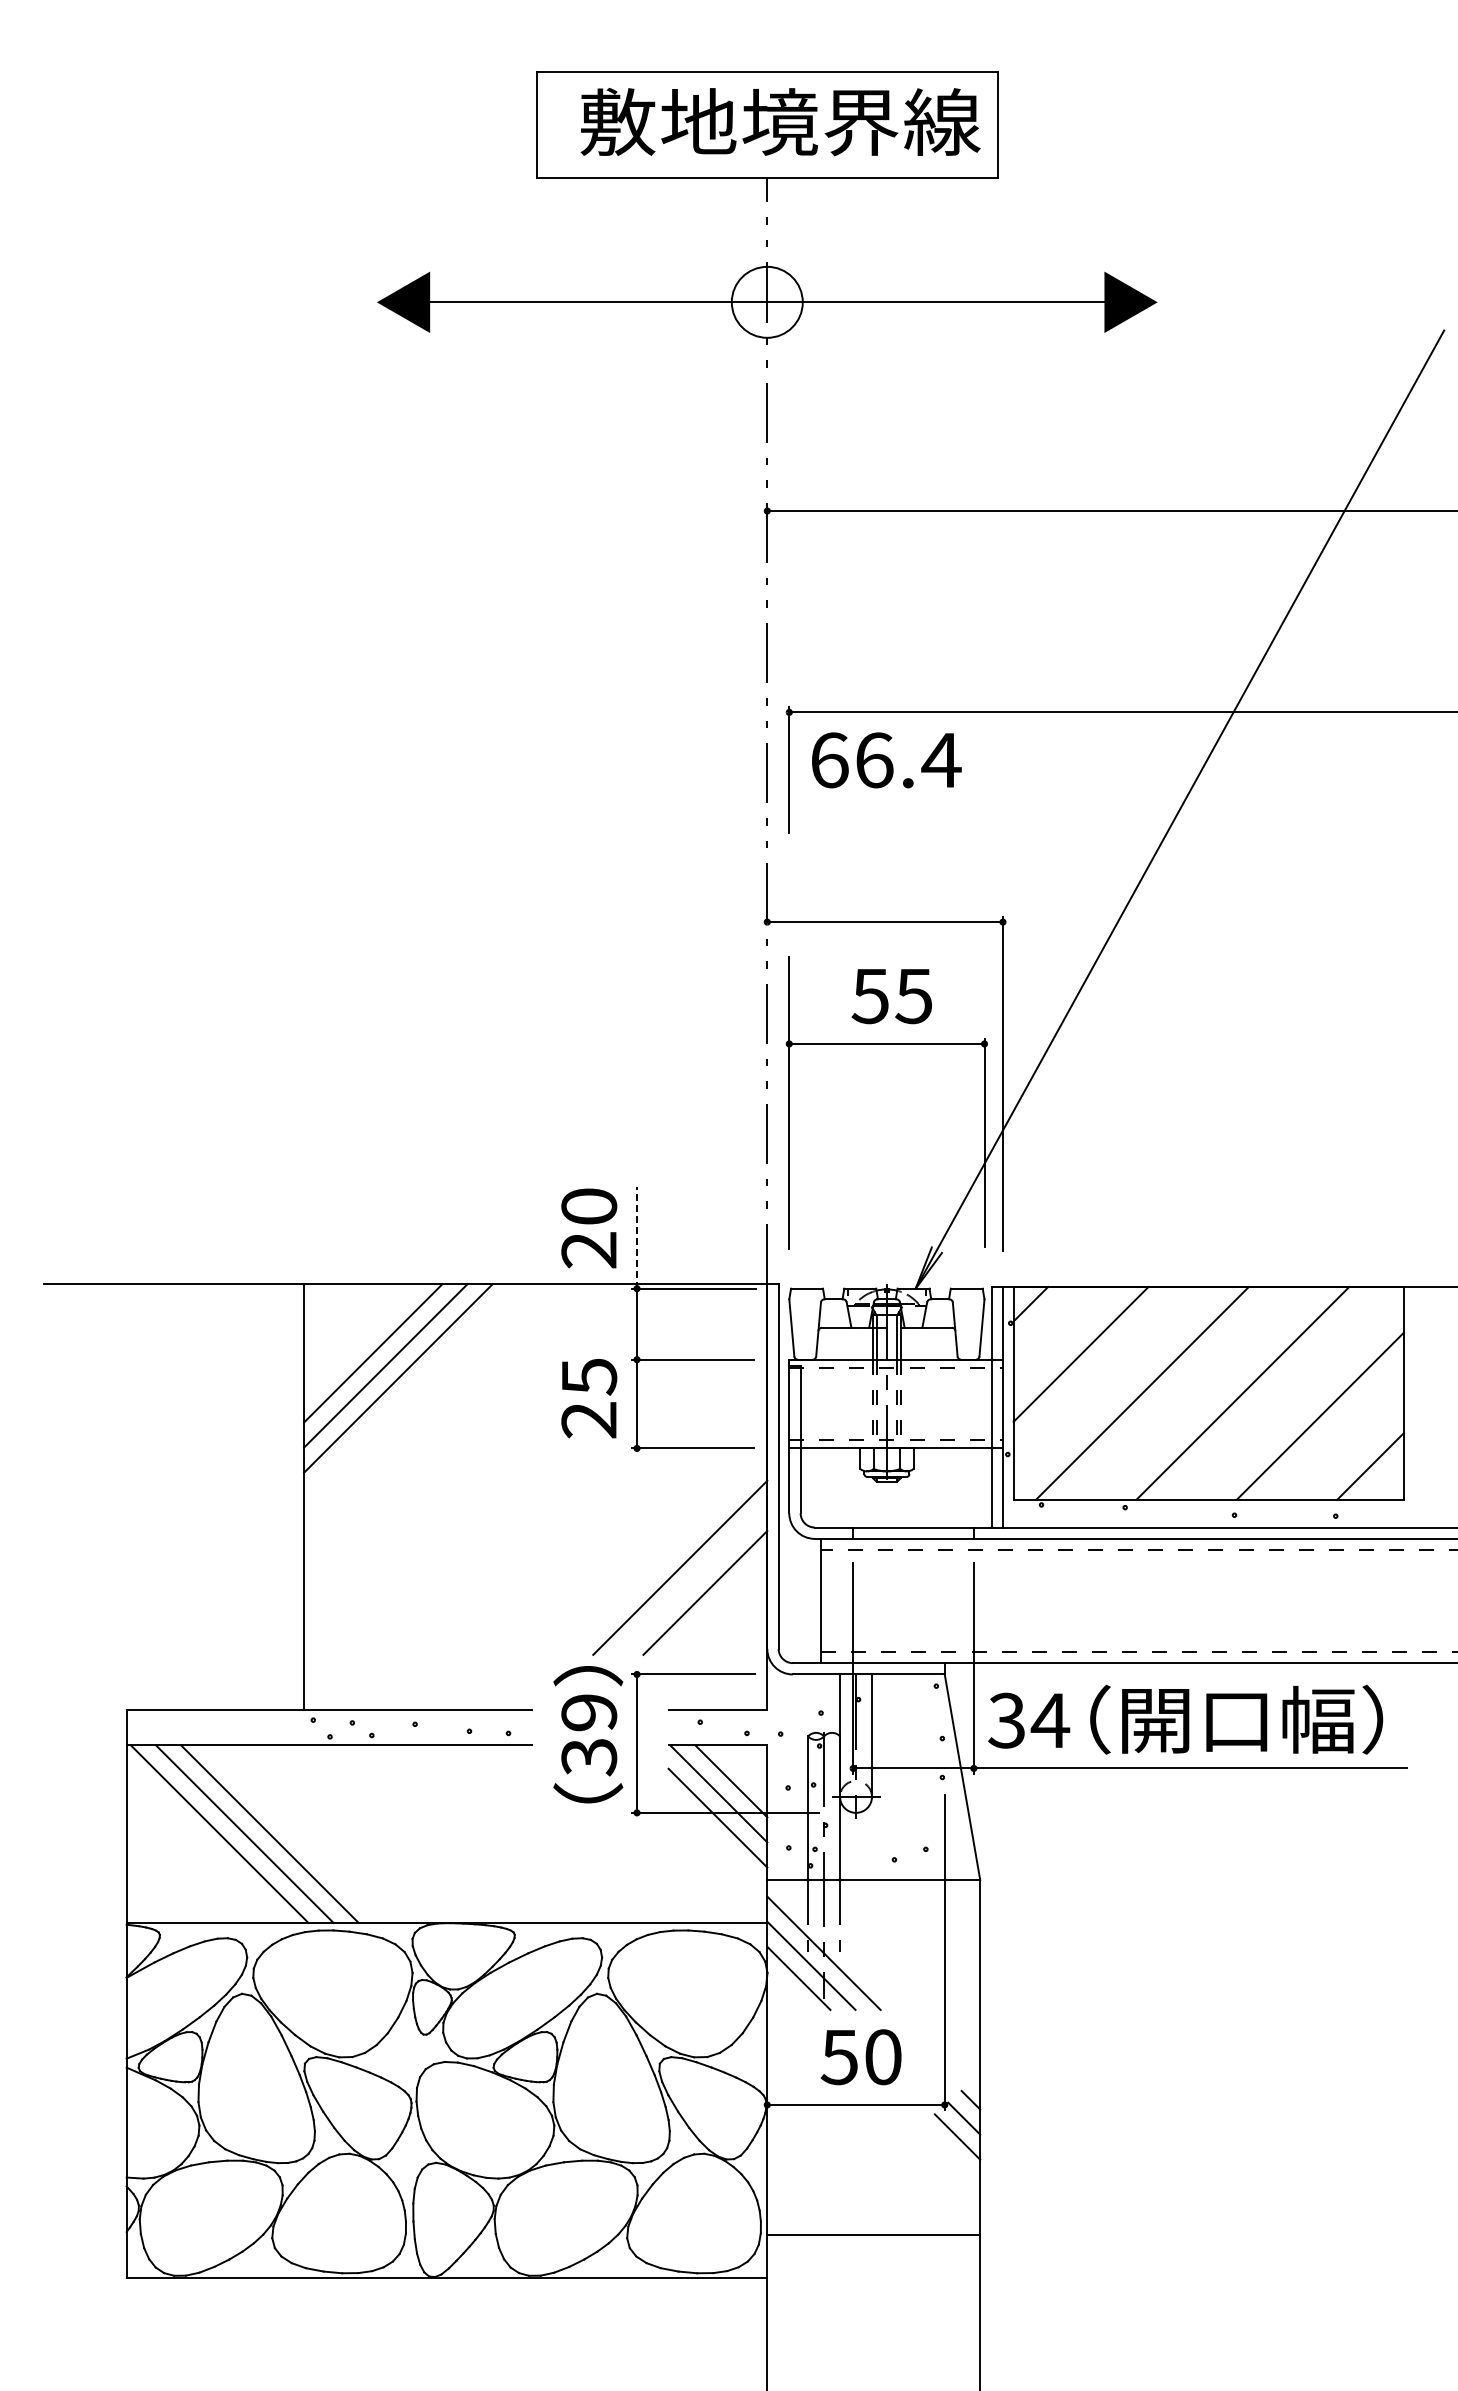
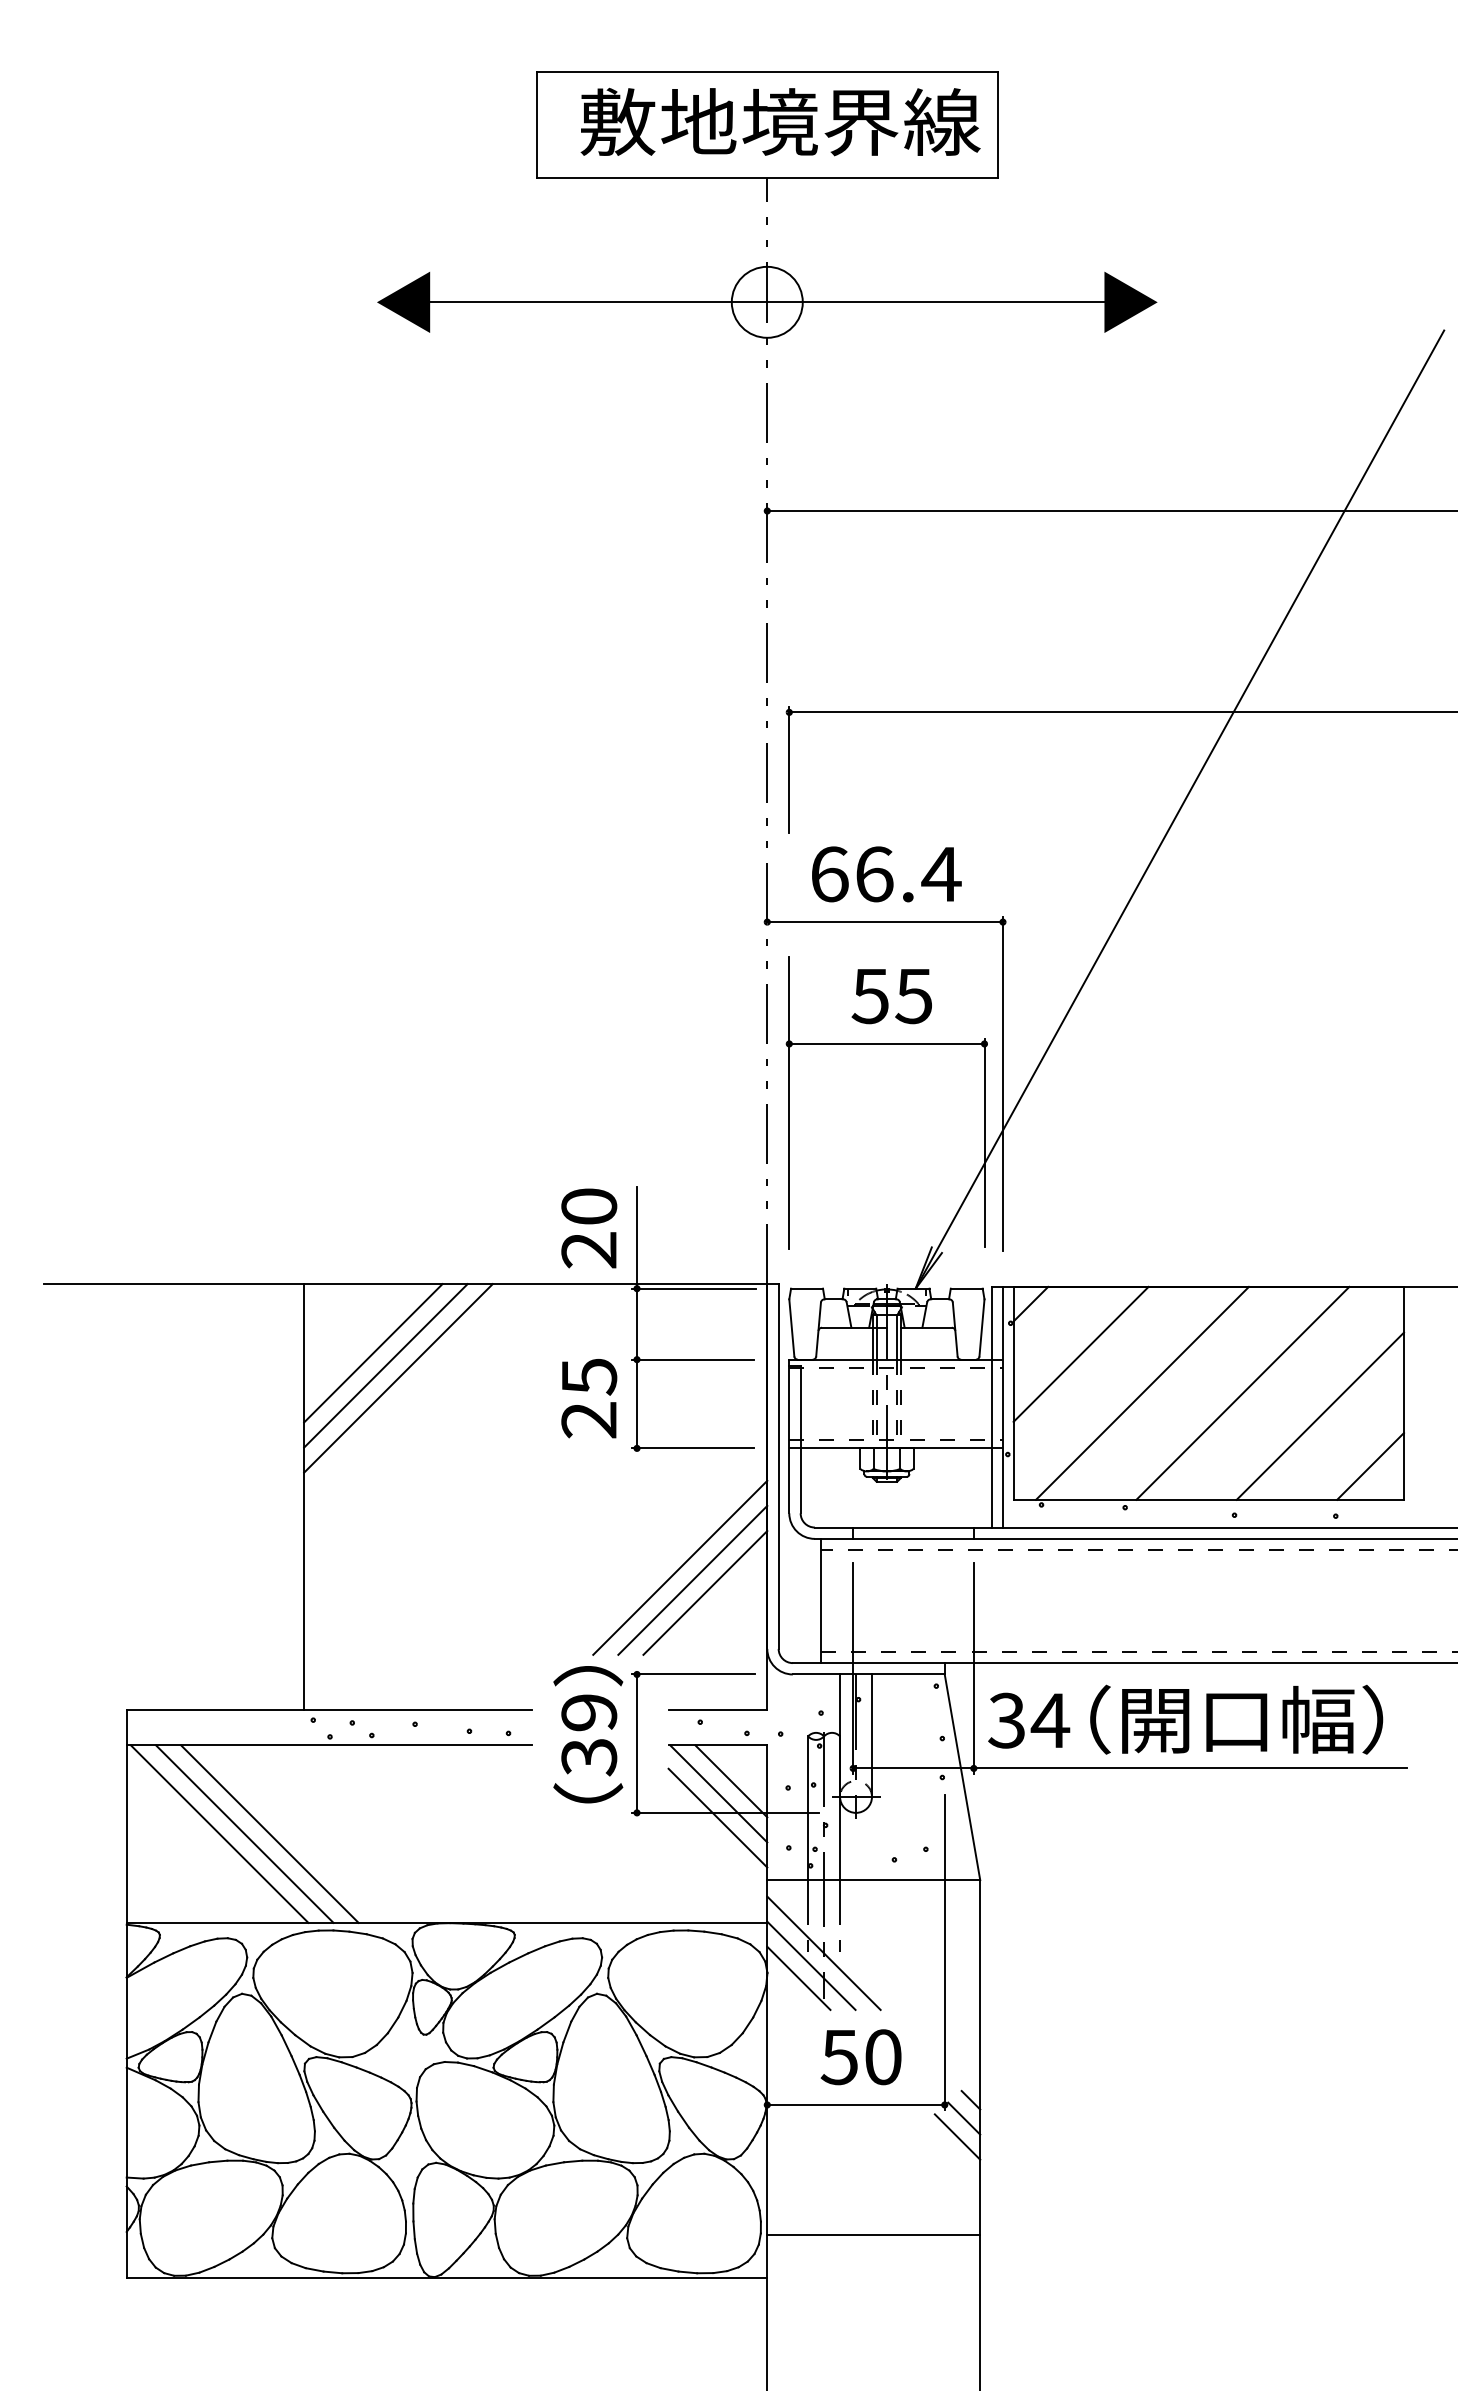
text at (886, 760) position: (886, 760) -> (886, 874)
line at (637, 1237): dashed -> solid
line at (692, 1579): none -> present
